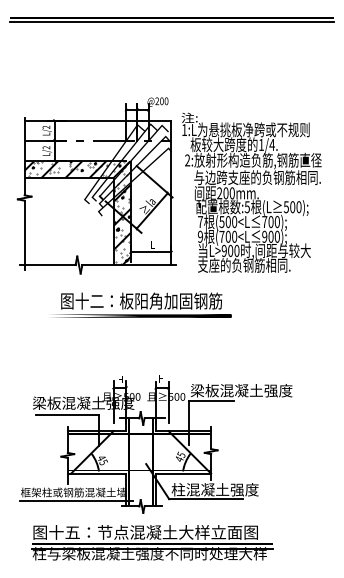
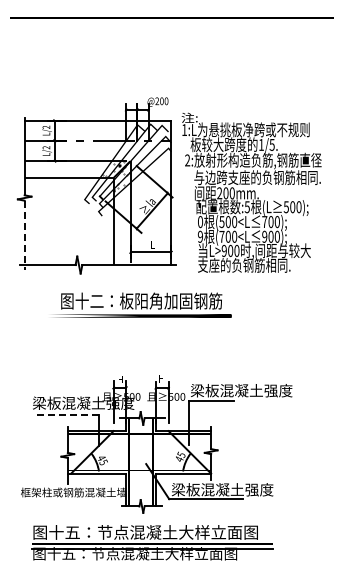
line at (171, 22): present -> none
text at (271, 144): 1/4. -> 1/5.
hatch at (65, 169): present -> none
text at (200, 221): 7 -> 0
hatch at (122, 224): present -> none
line at (24, 235): solid -> dashed
line at (66, 414): solid -> dashed
text at (222, 489): 柱混凝土强度 -> 梁板混凝土强度
line at (75, 500): present -> none
text at (149, 553): 柱与梁板混凝土强度不同时处理大样 -> 图十五：节点混凝土大样立面图
